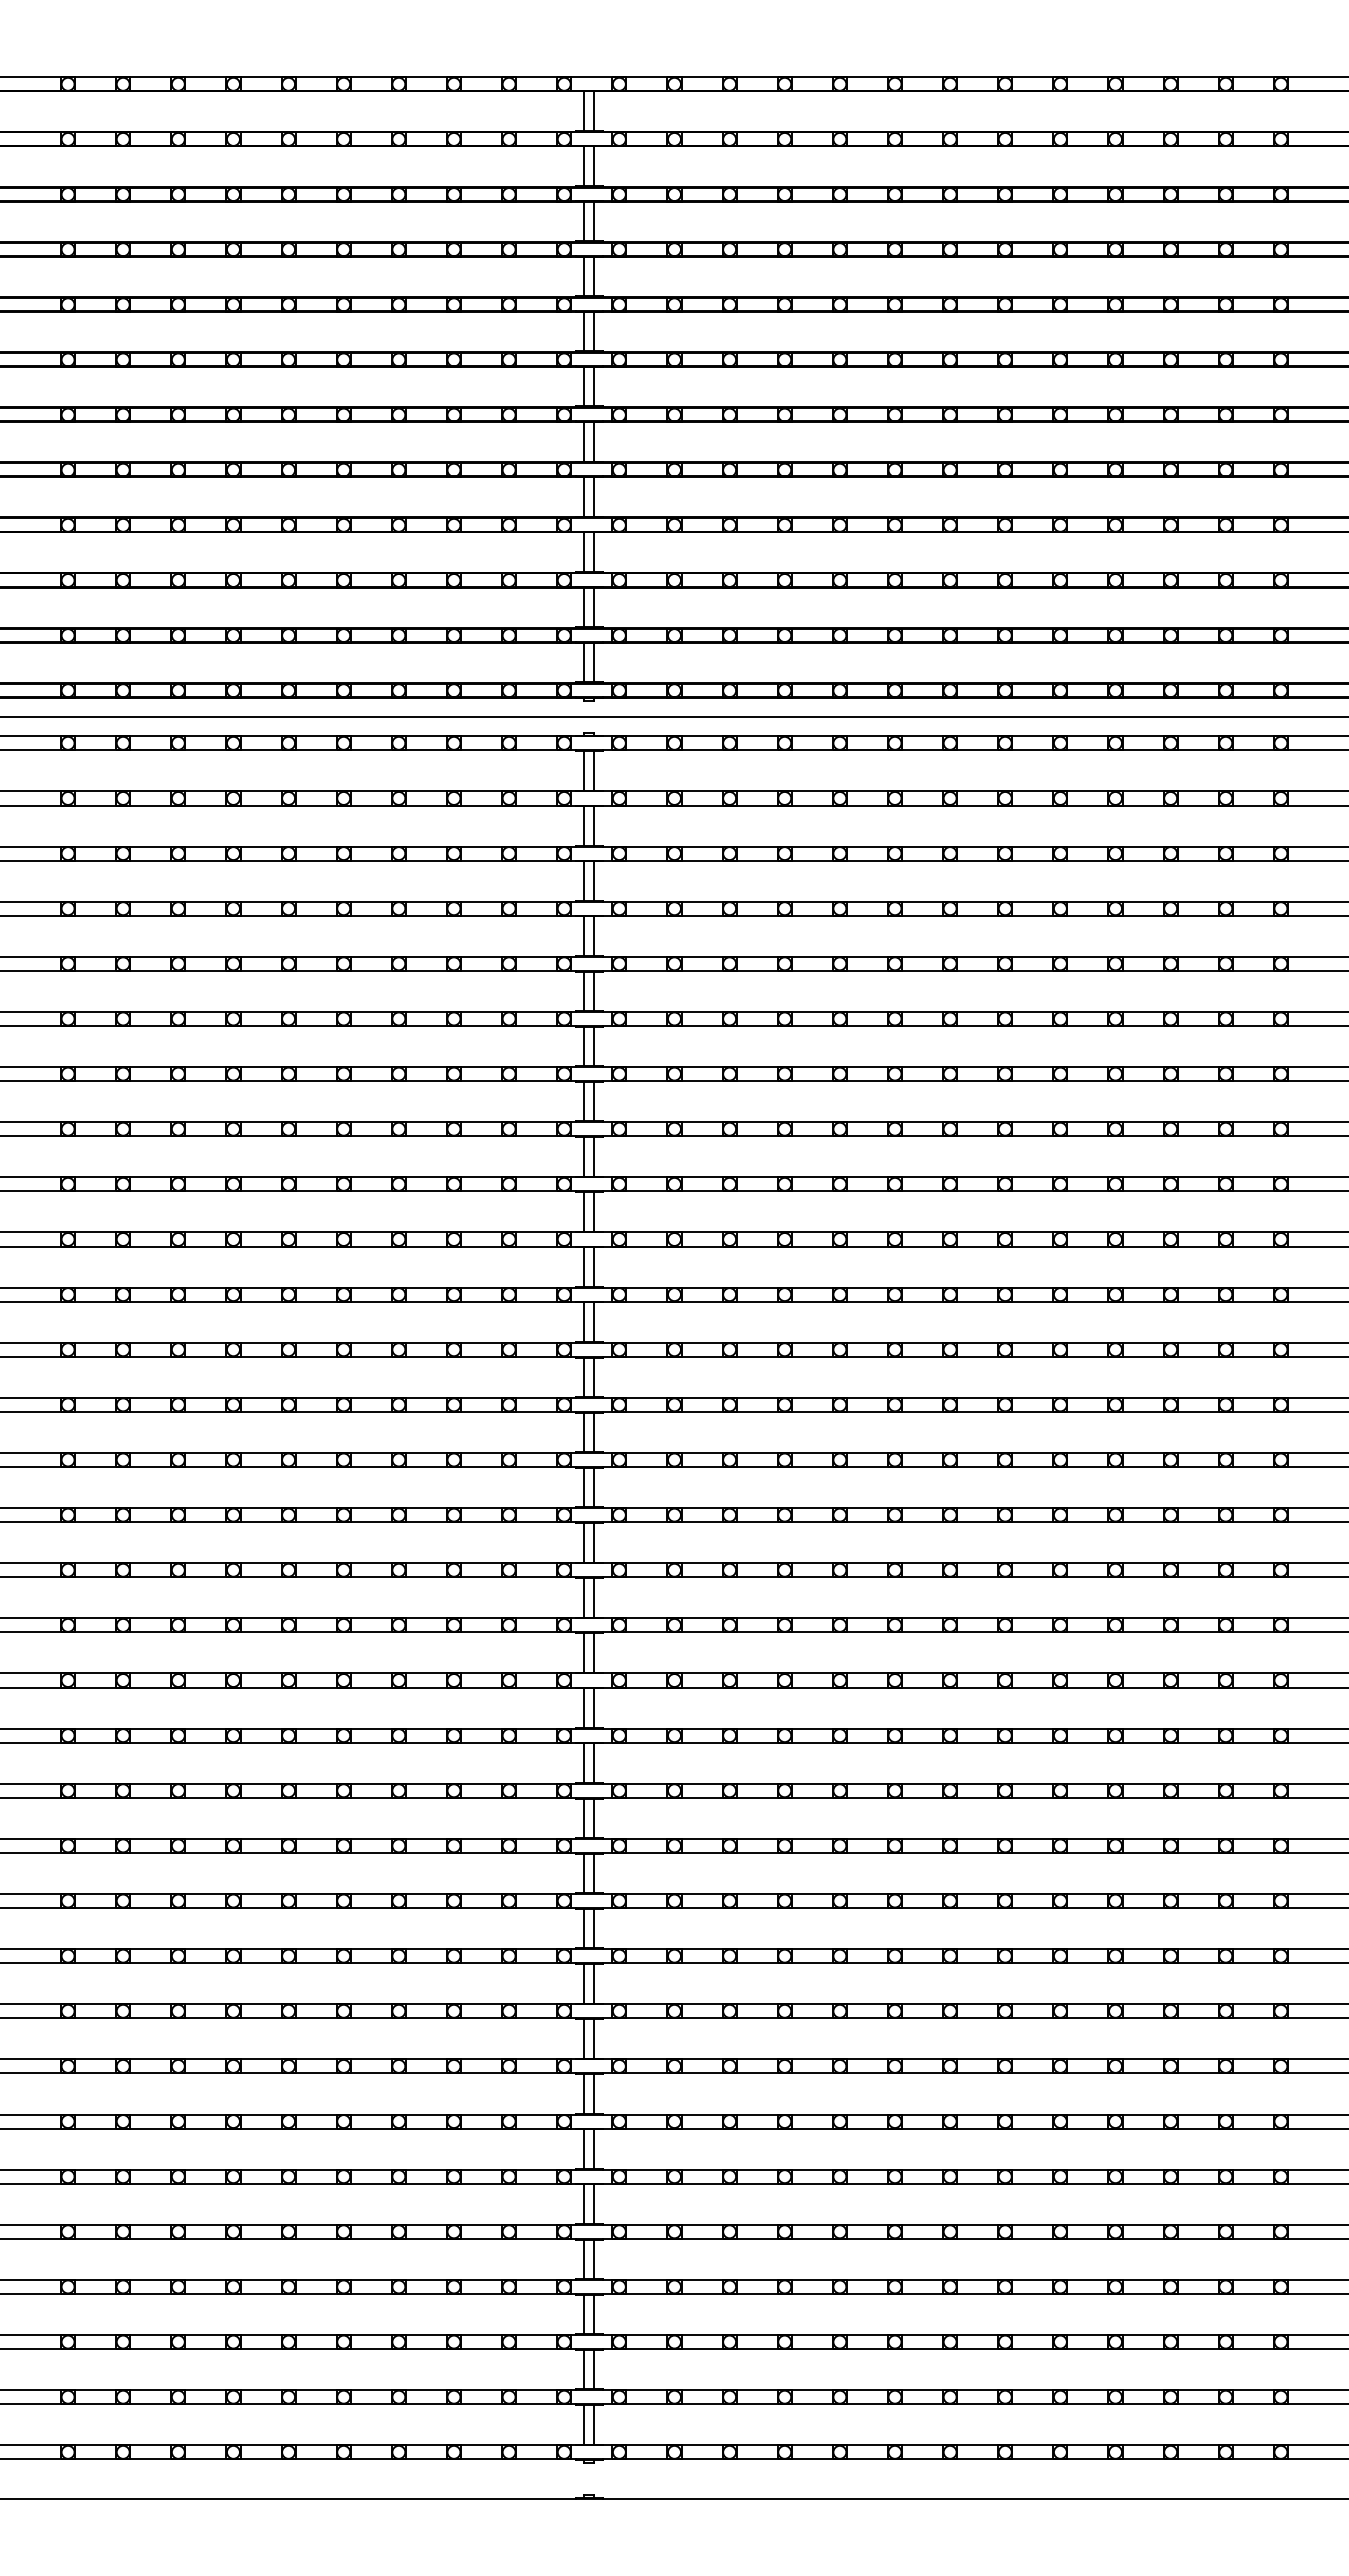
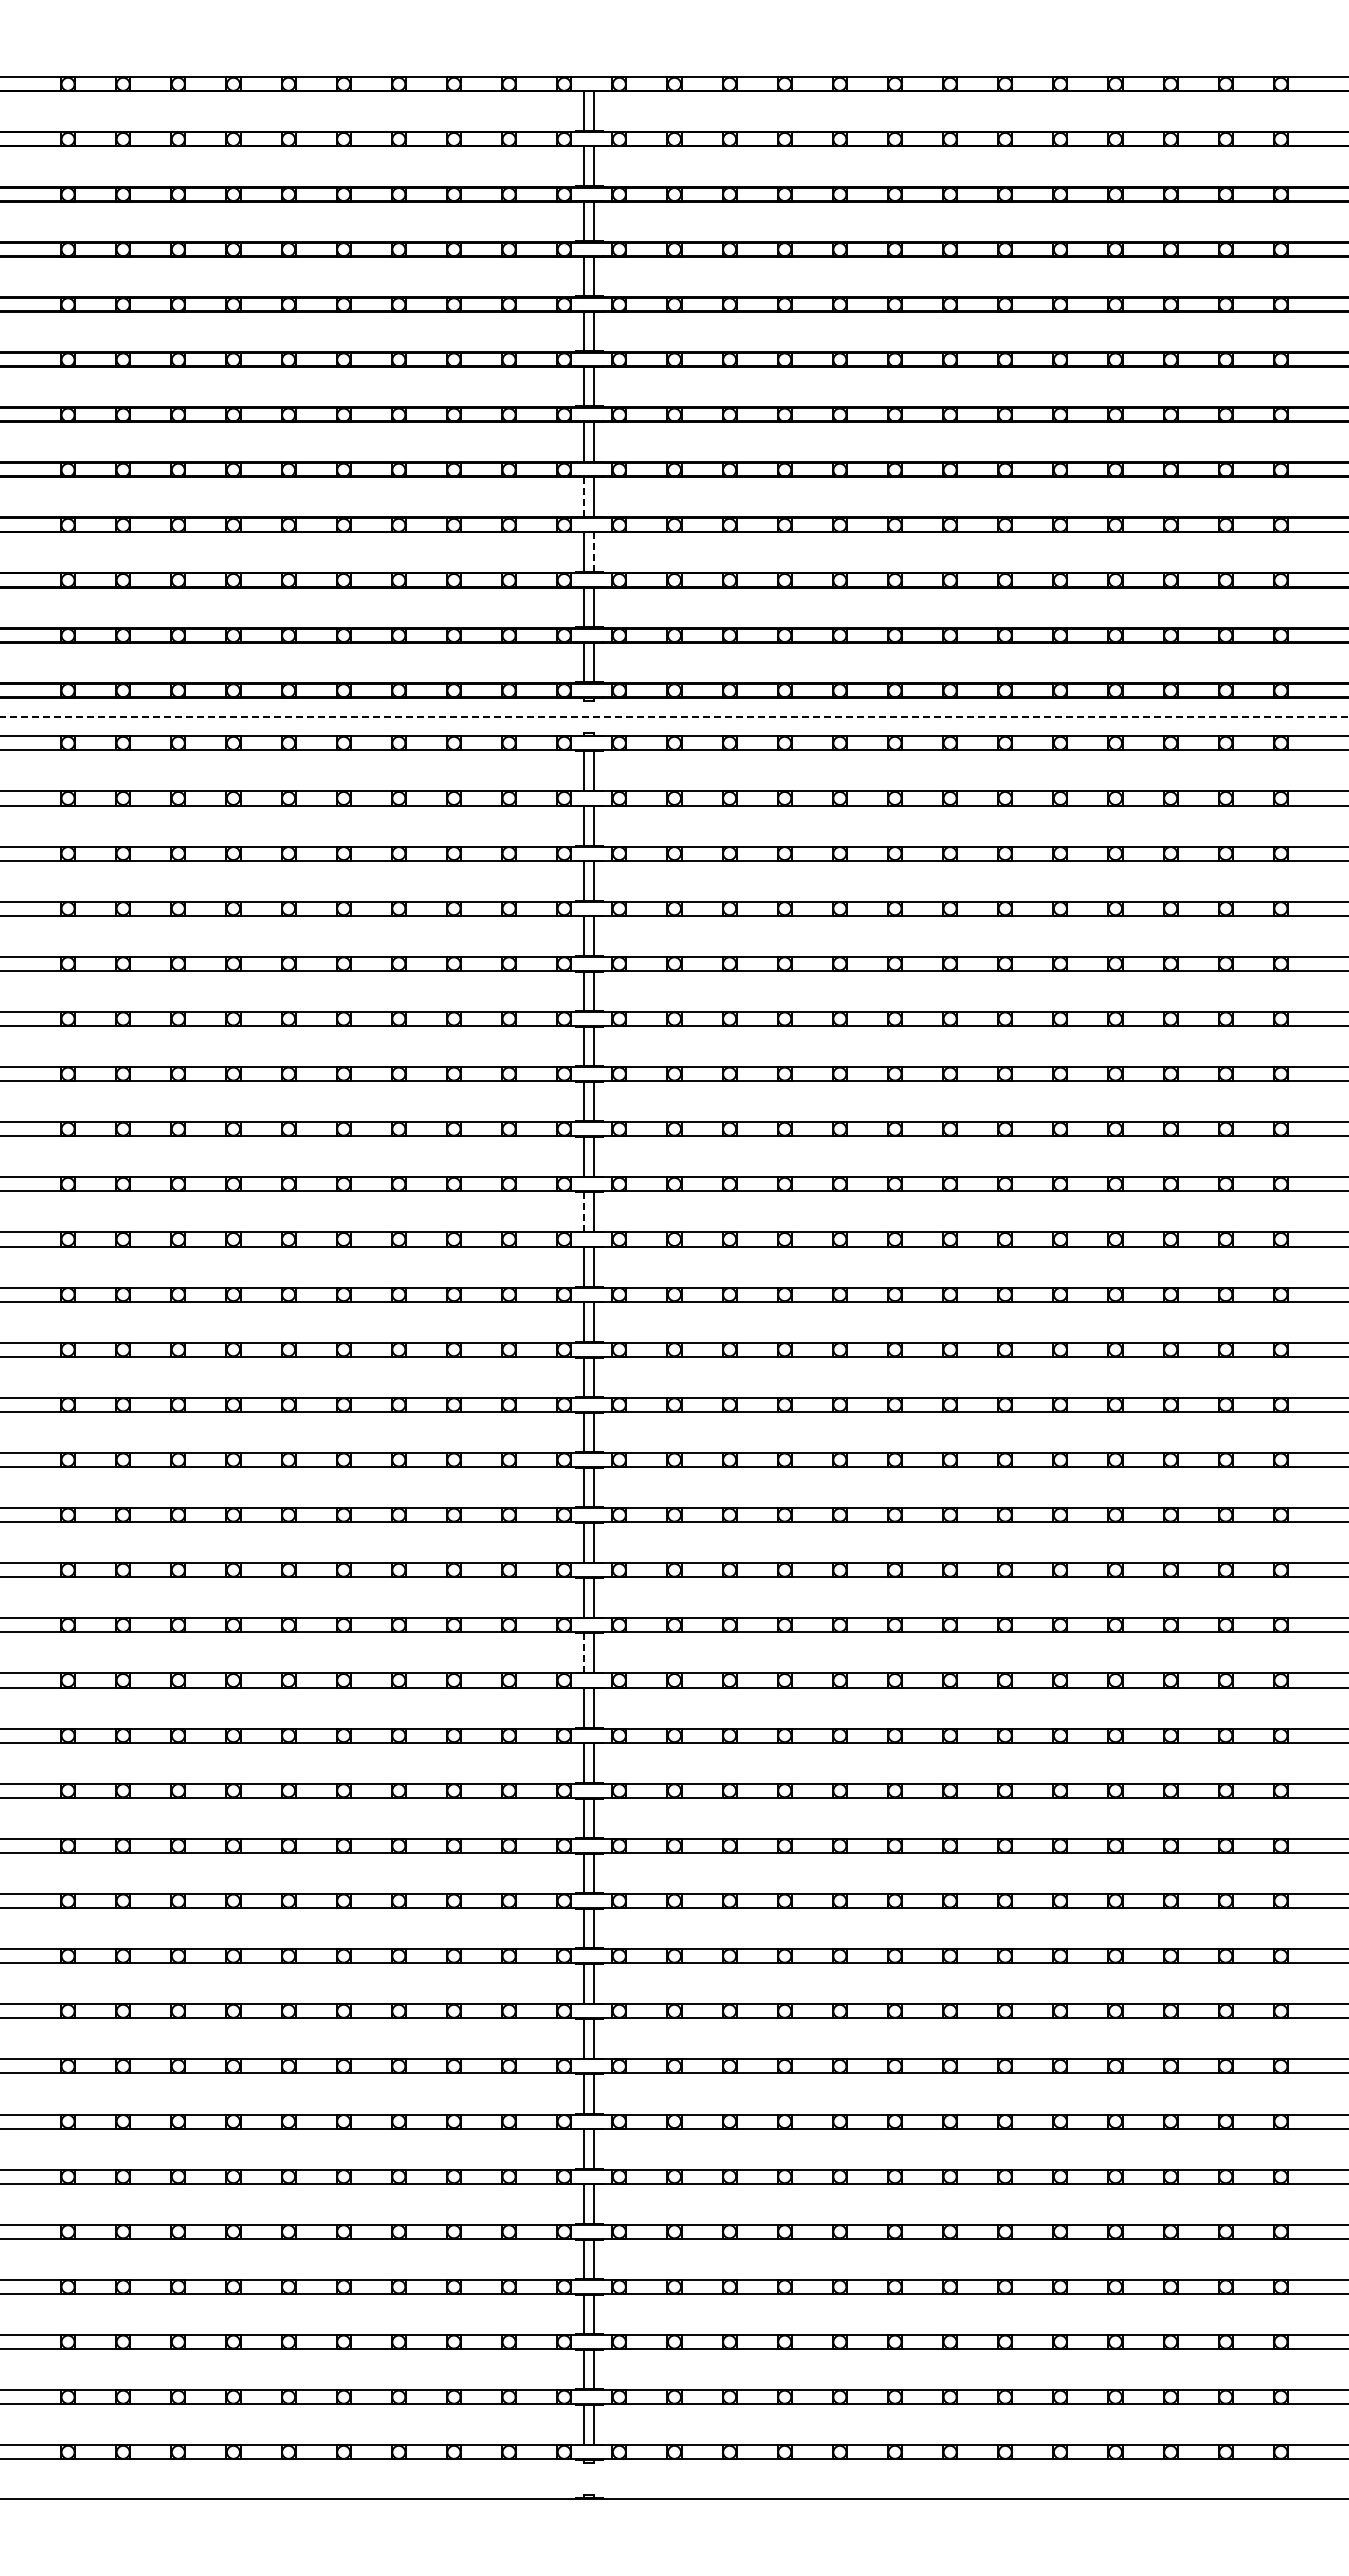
line at (583, 496): solid -> dashed
line at (594, 552): solid -> dashed
line at (674, 716): solid -> dashed
line at (583, 1211): solid -> dashed
line at (583, 1652): solid -> dashed
